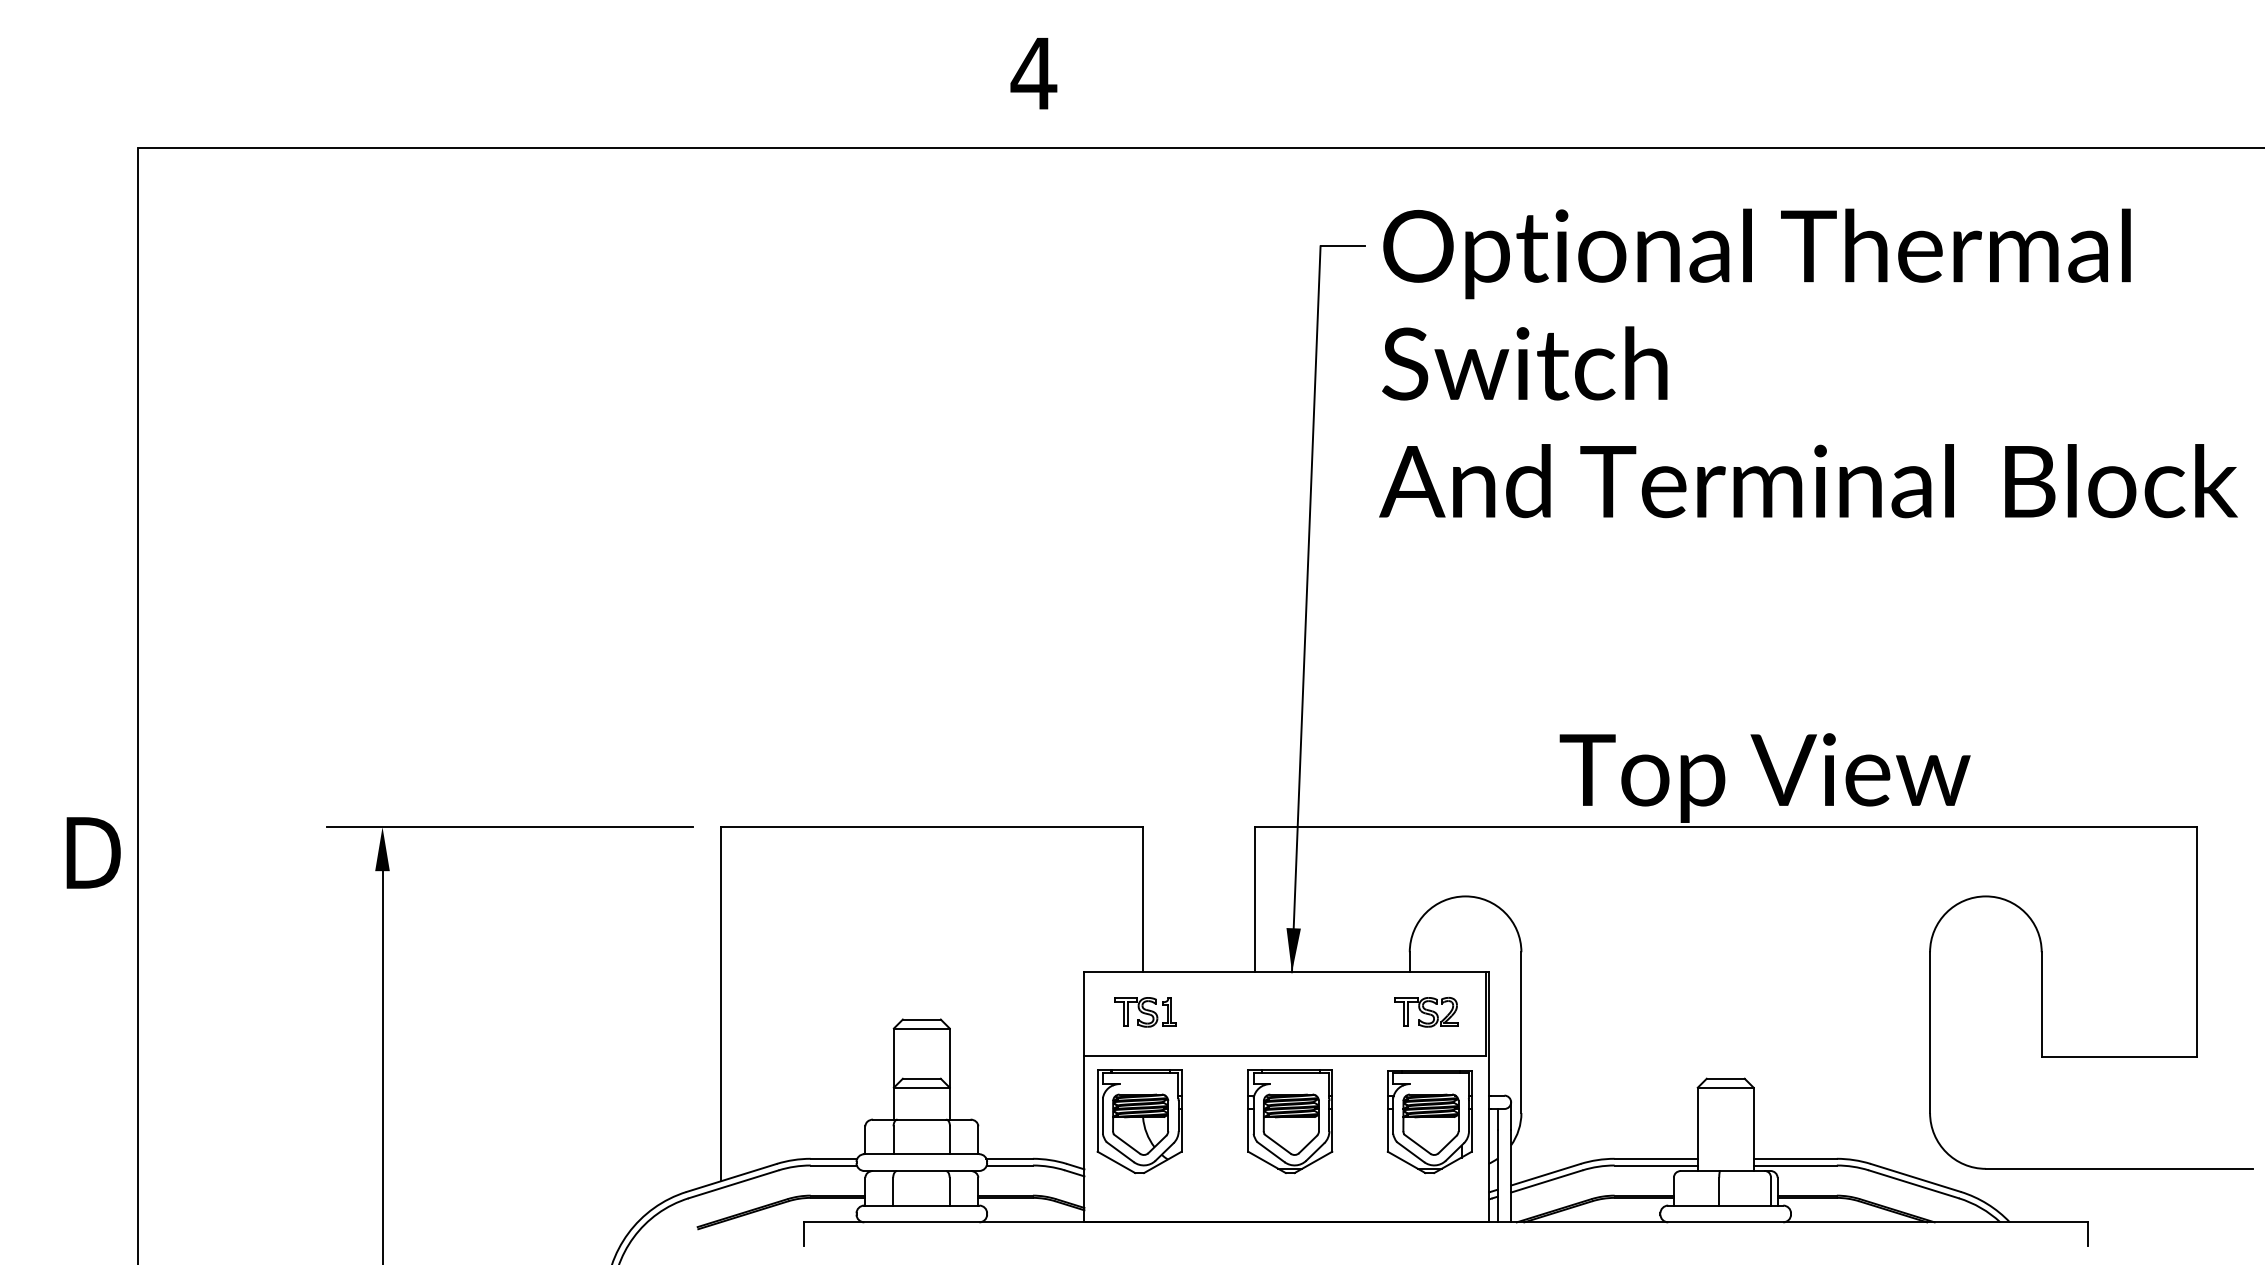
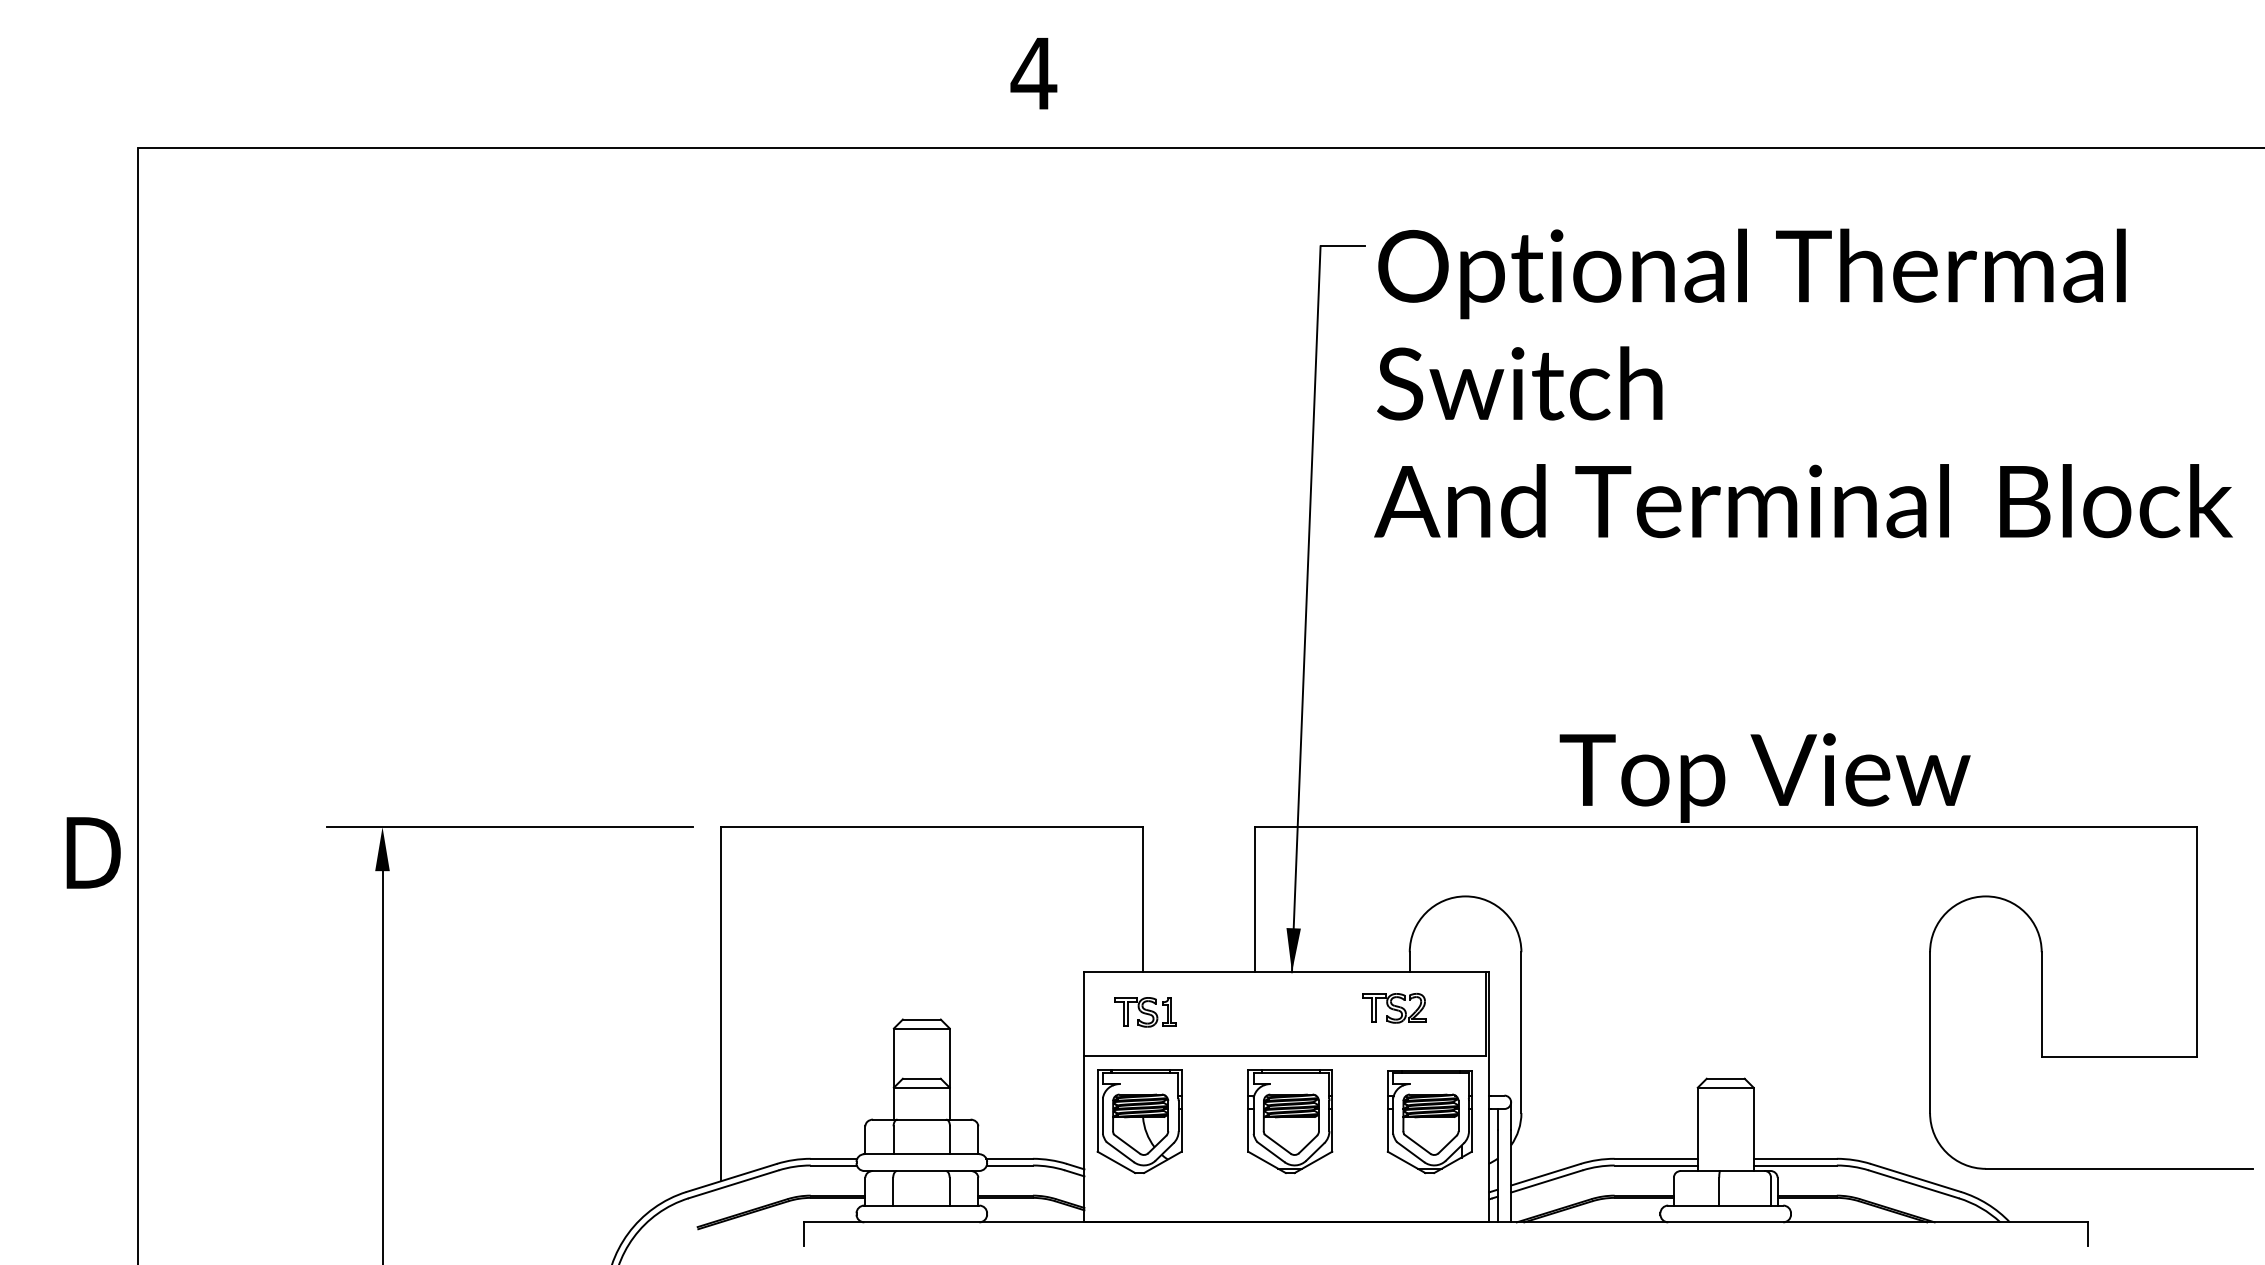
text at (1808, 363) position: (1808, 363) -> (1803, 383)
part at (1426, 1012) position: (1426, 1012) -> (1394, 1008)
